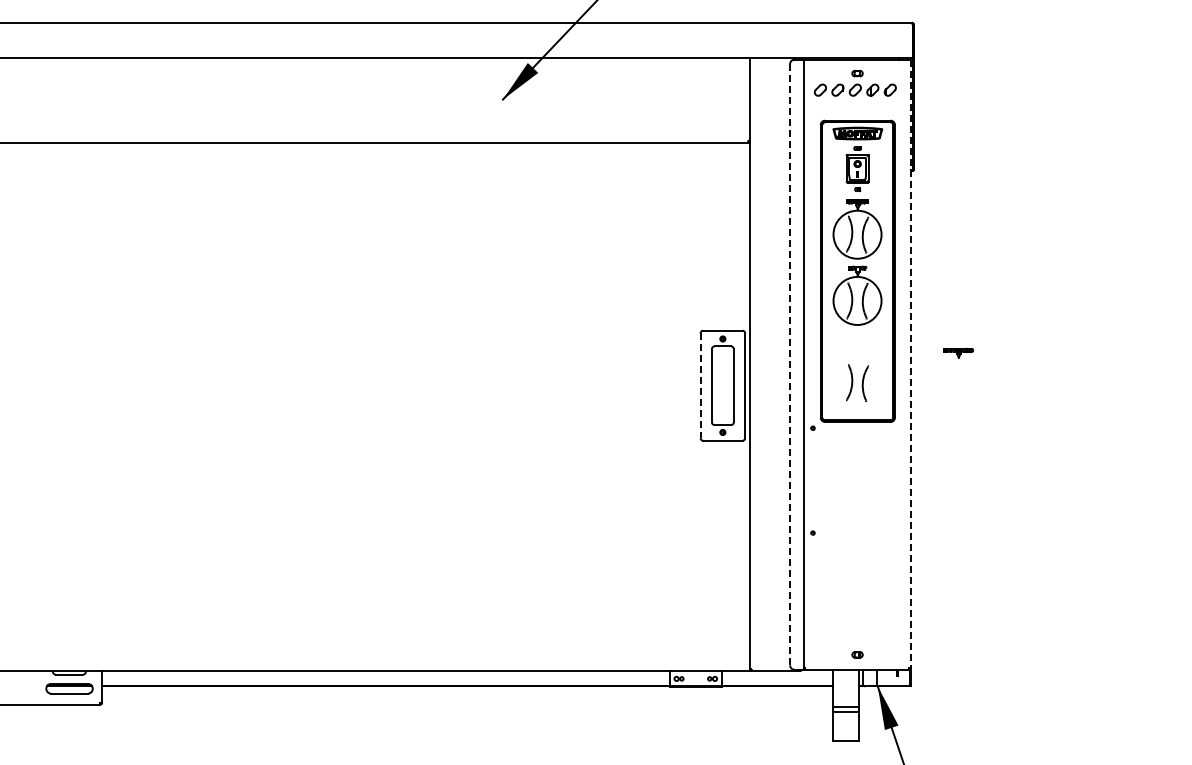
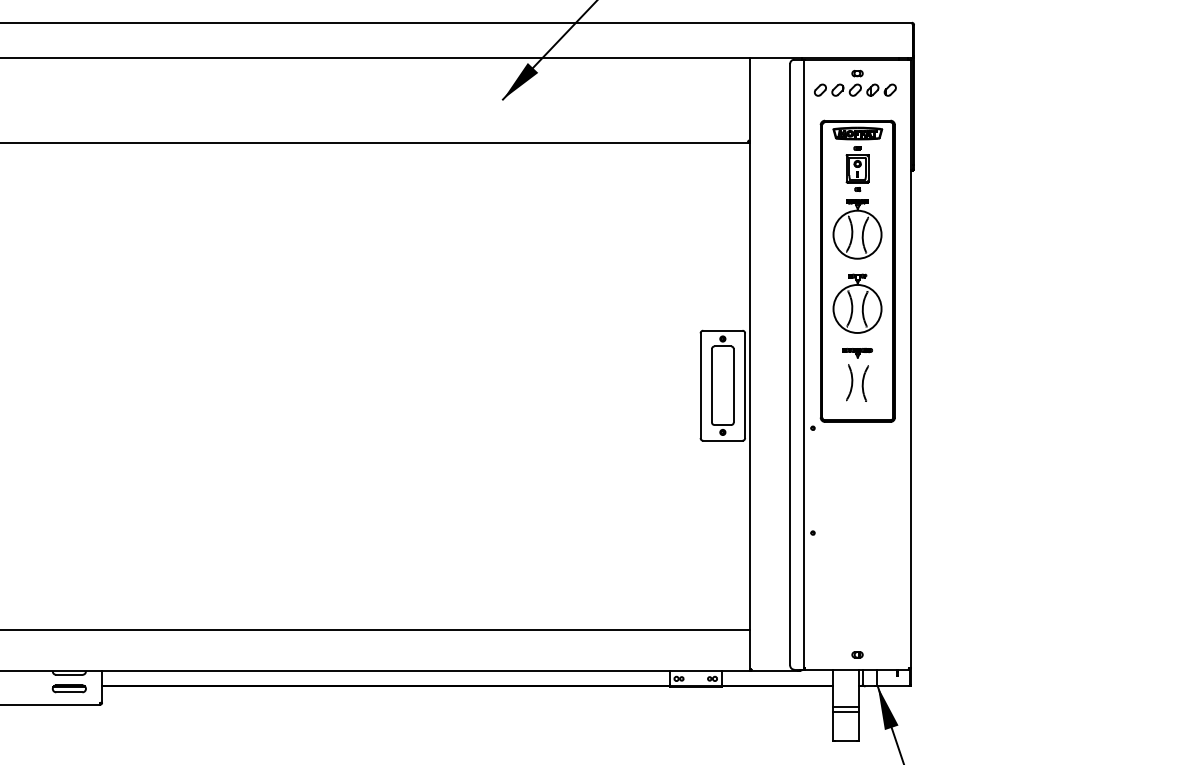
part at (857, 295) position: (857, 295) -> (857, 303)
part at (958, 352) position: (958, 352) -> (857, 352)
line at (790, 364): dashed -> solid
line at (910, 364): dashed -> solid
line at (700, 386): dashed -> solid
line at (375, 630): none -> present
part at (69, 688) size: 49x12 px -> 36x10 px
